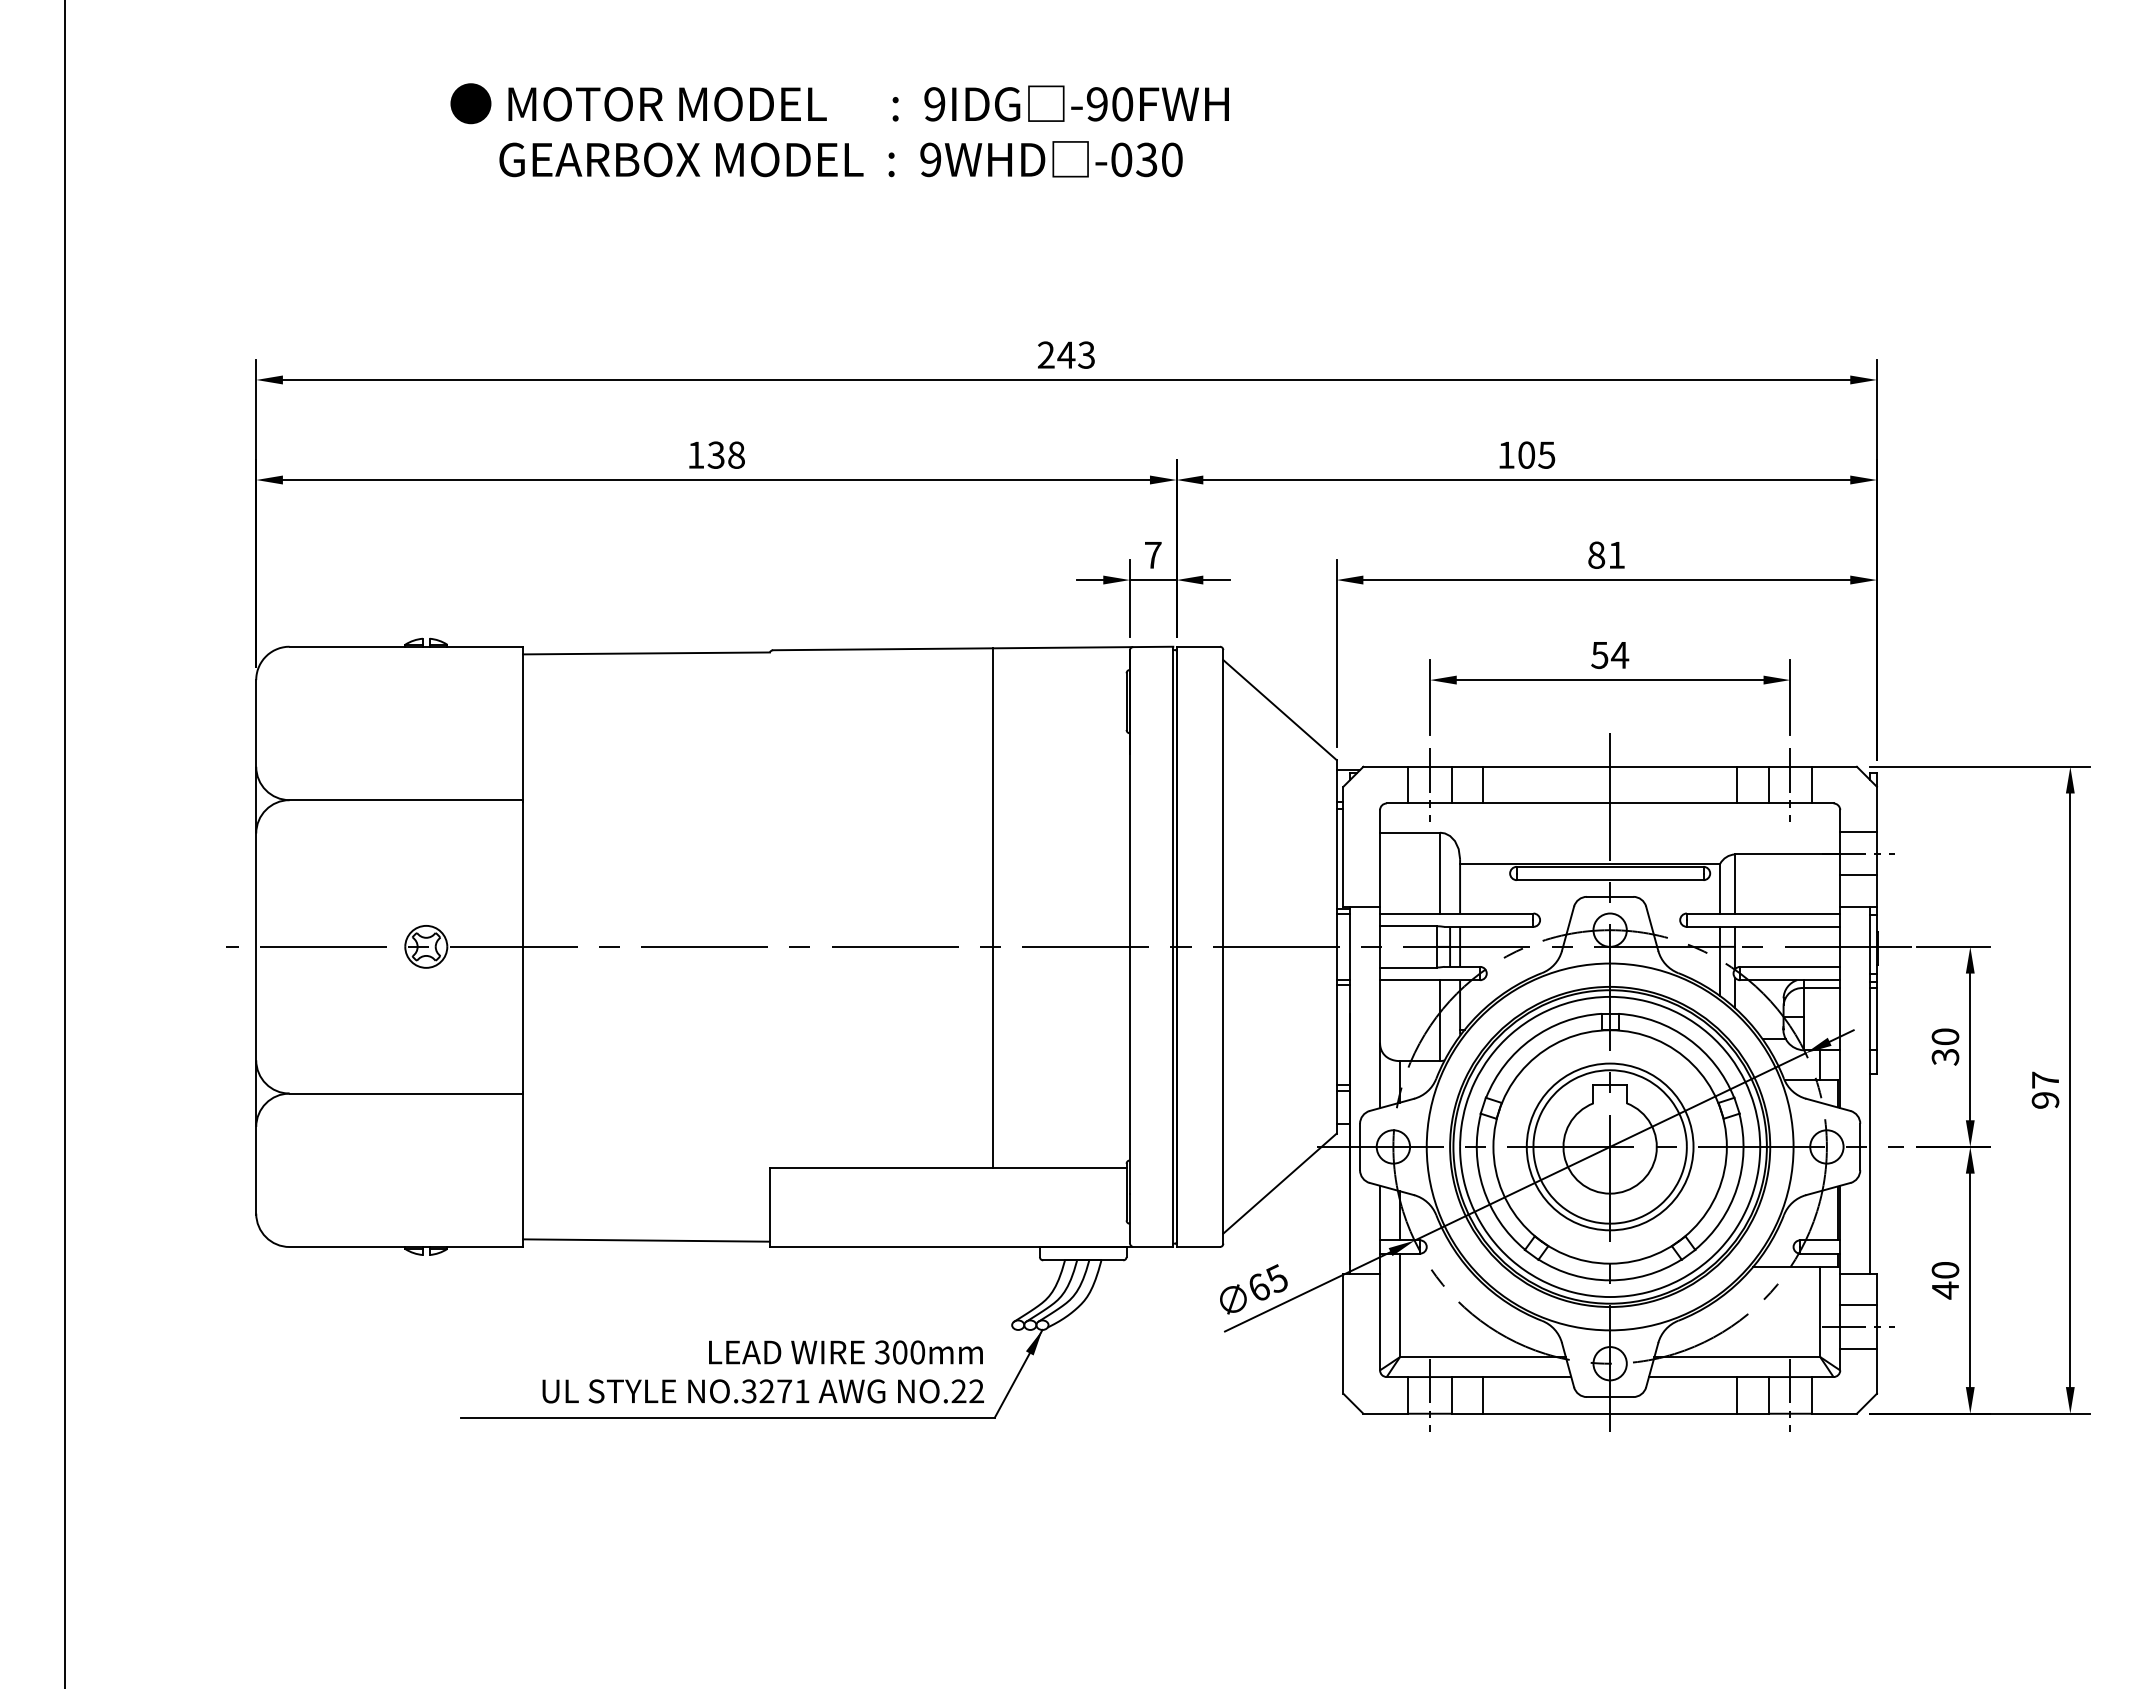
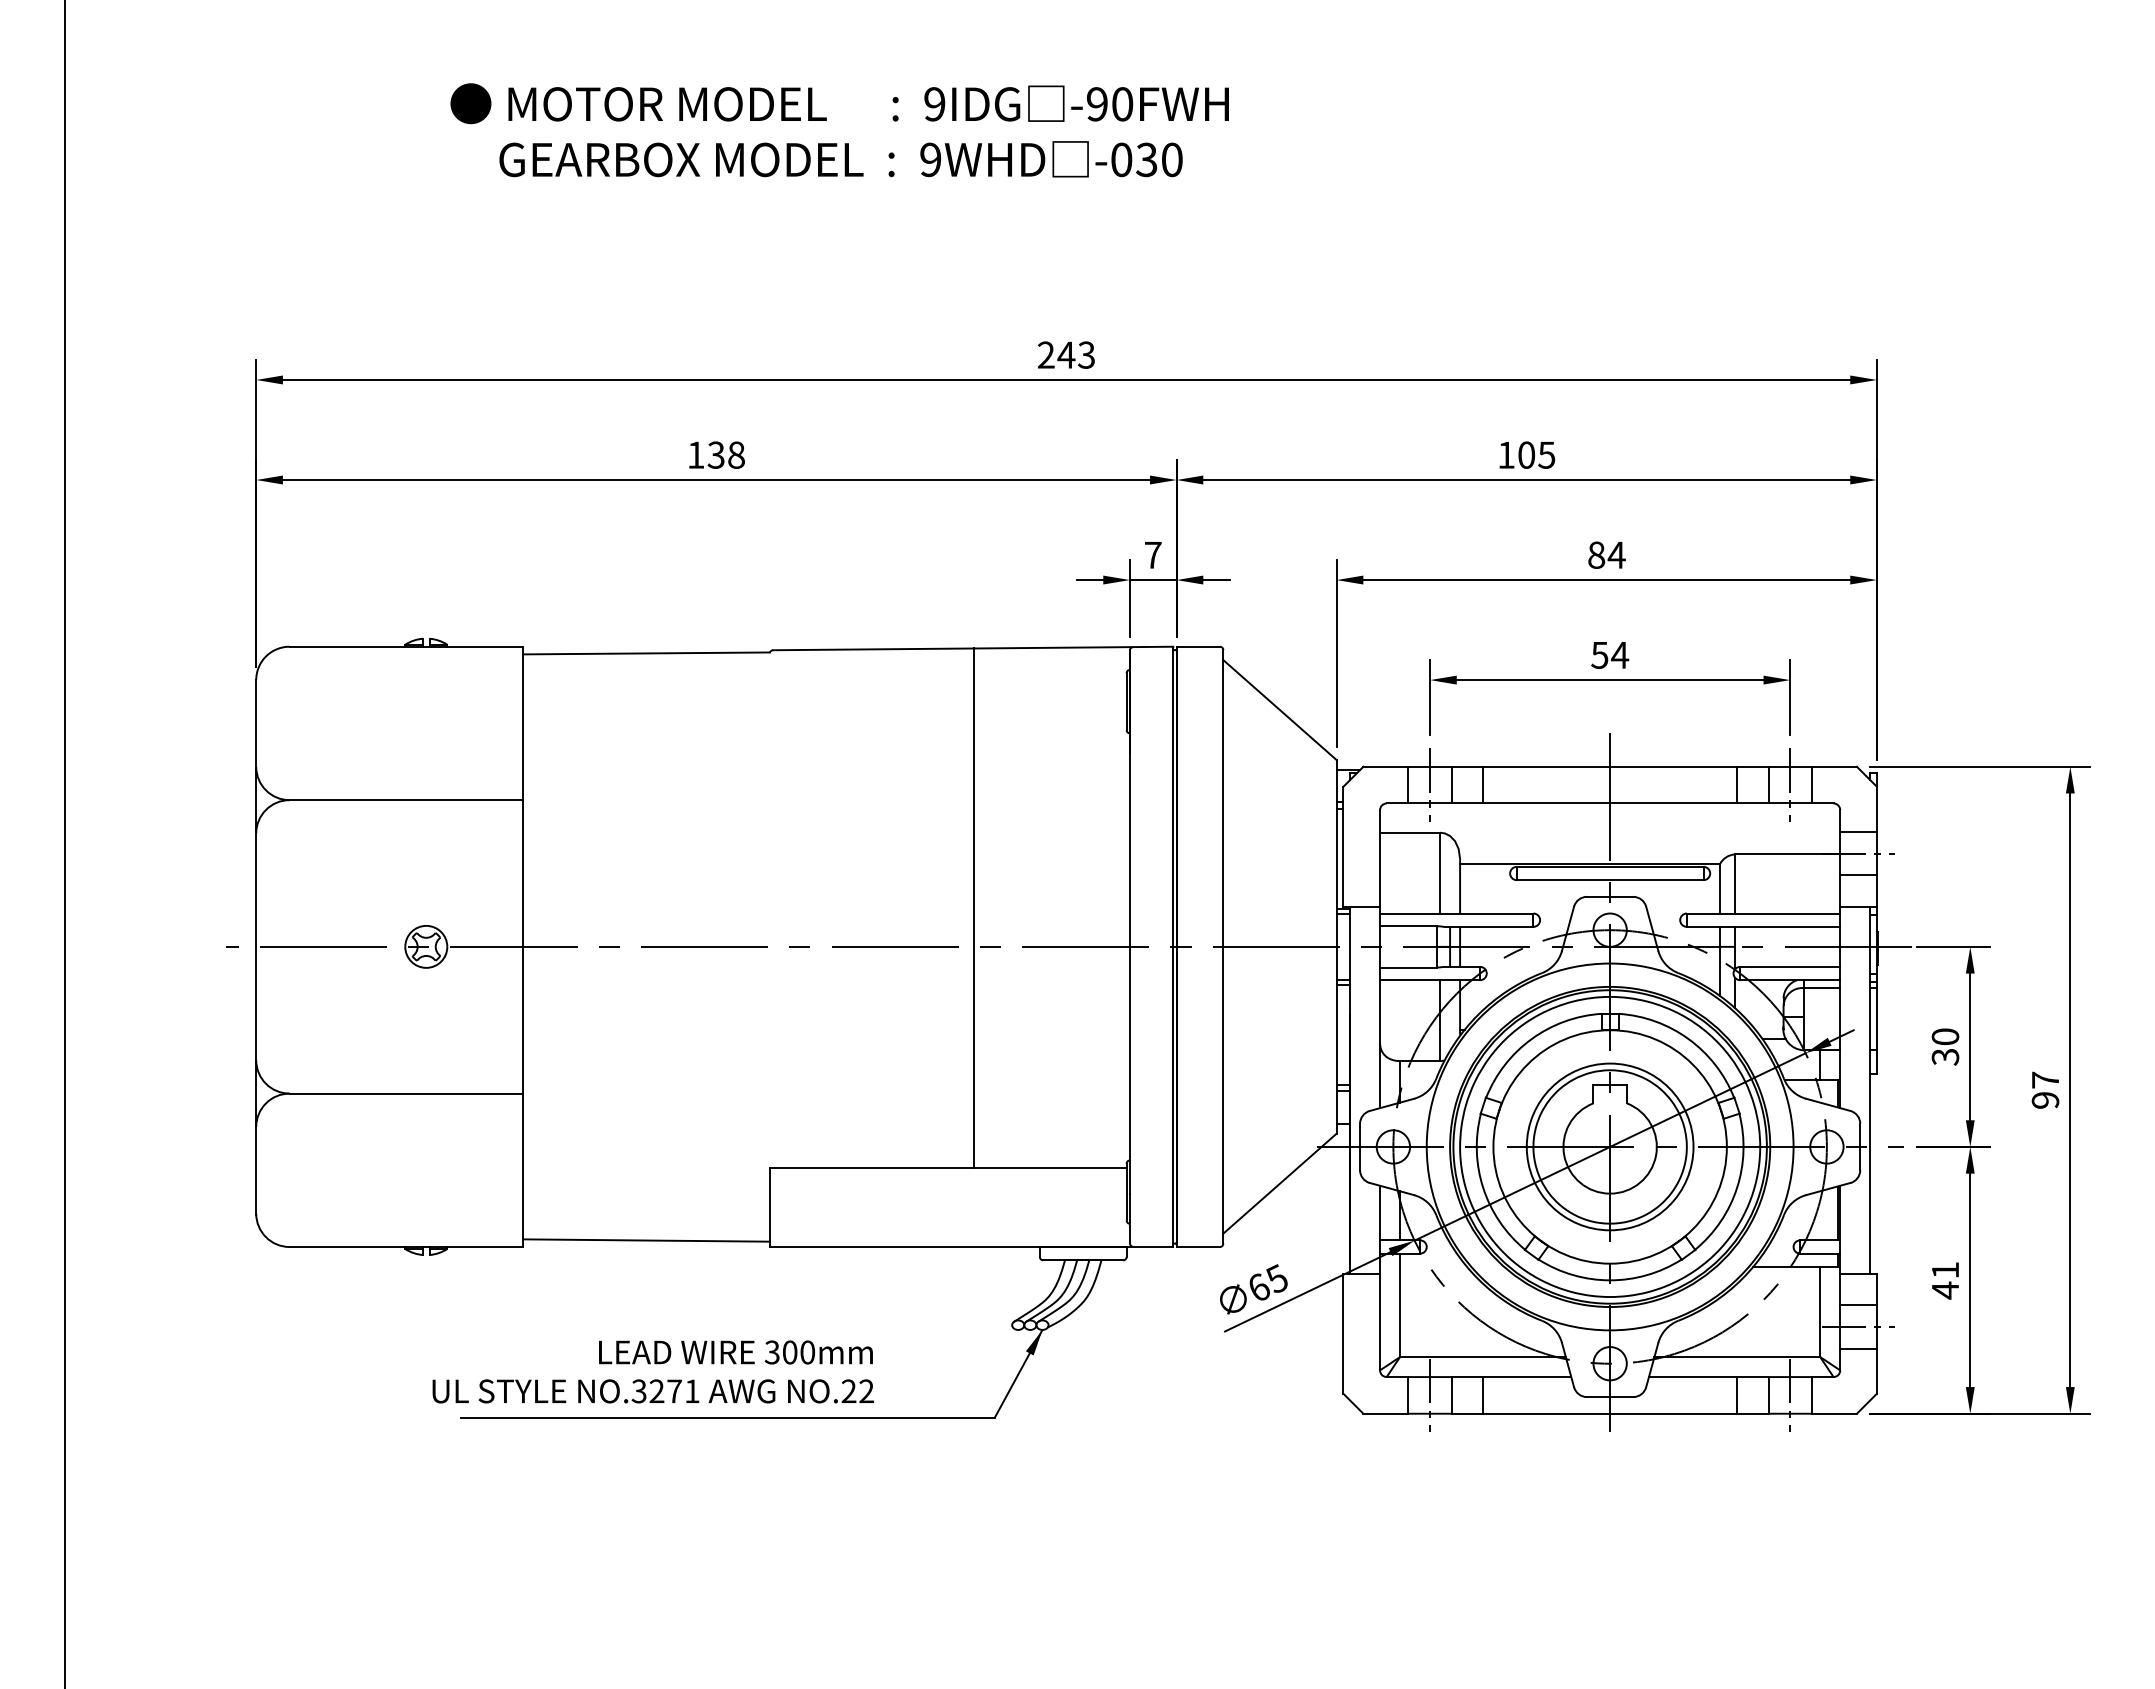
text at (1616, 555): 81 -> 84
line at (993, 908) position: (993, 908) -> (974, 908)
text at (1945, 1270): 40 -> 41
text at (762, 1371) position: (762, 1371) -> (652, 1371)
